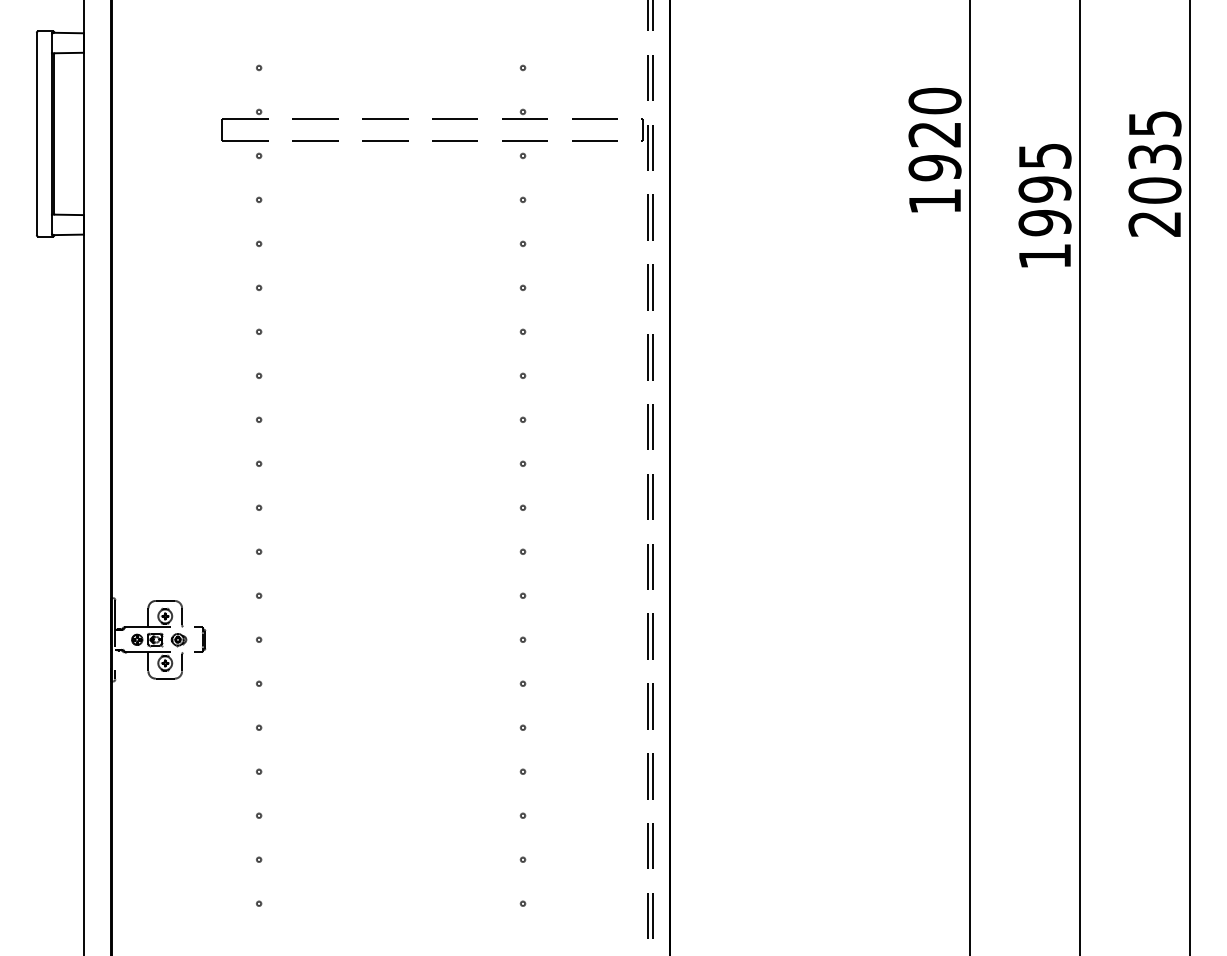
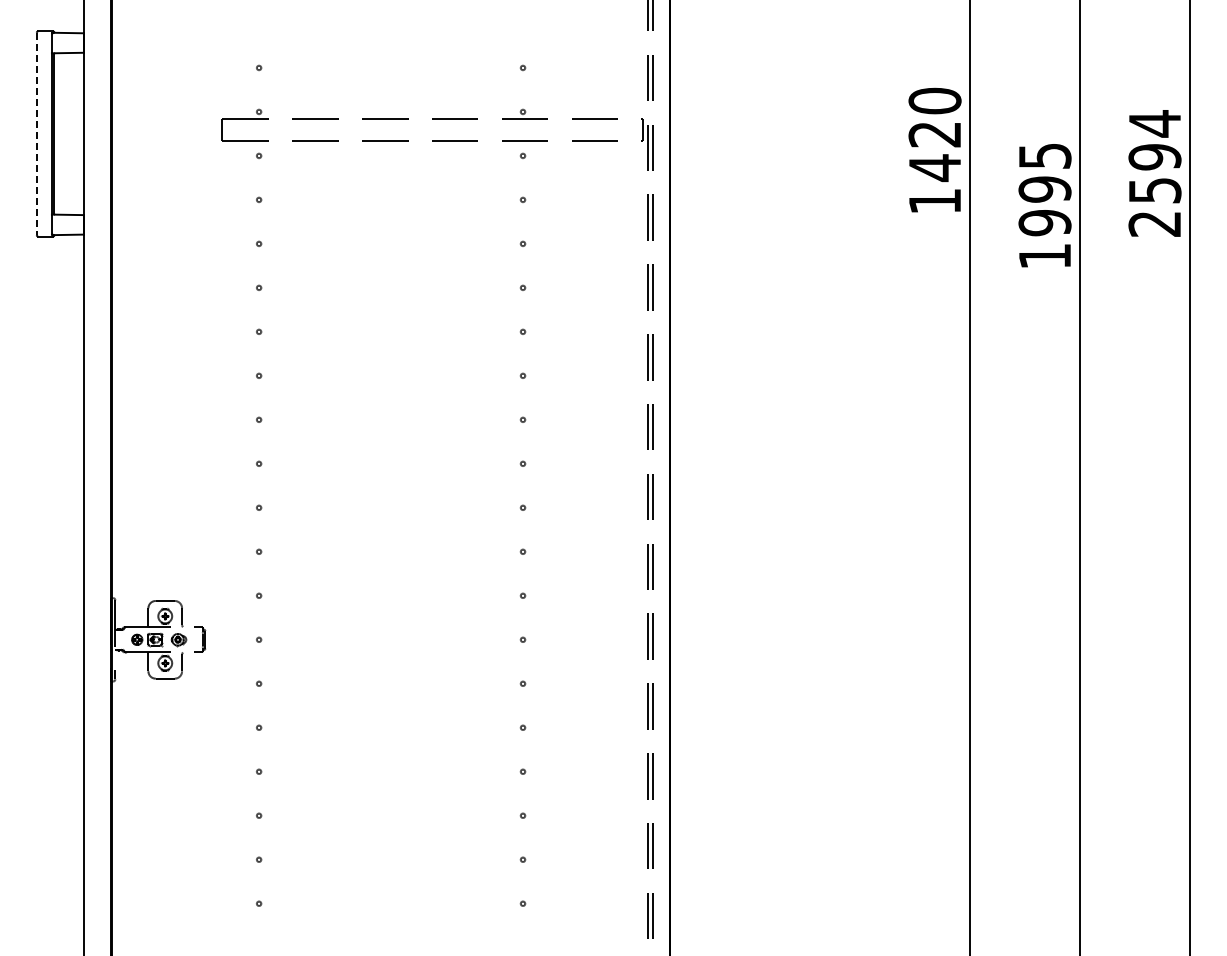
line at (36, 134): solid -> dashed
text at (1154, 156): 2035 -> 2594
text at (934, 168): 1920 -> 1420
